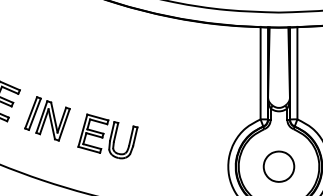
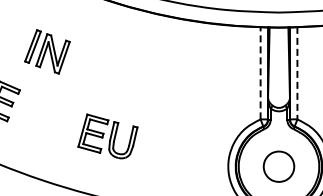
line at (260, 72): solid -> dashed
line at (297, 73): solid -> dashed
part at (47, 118) position: (47, 118) -> (47, 51)
